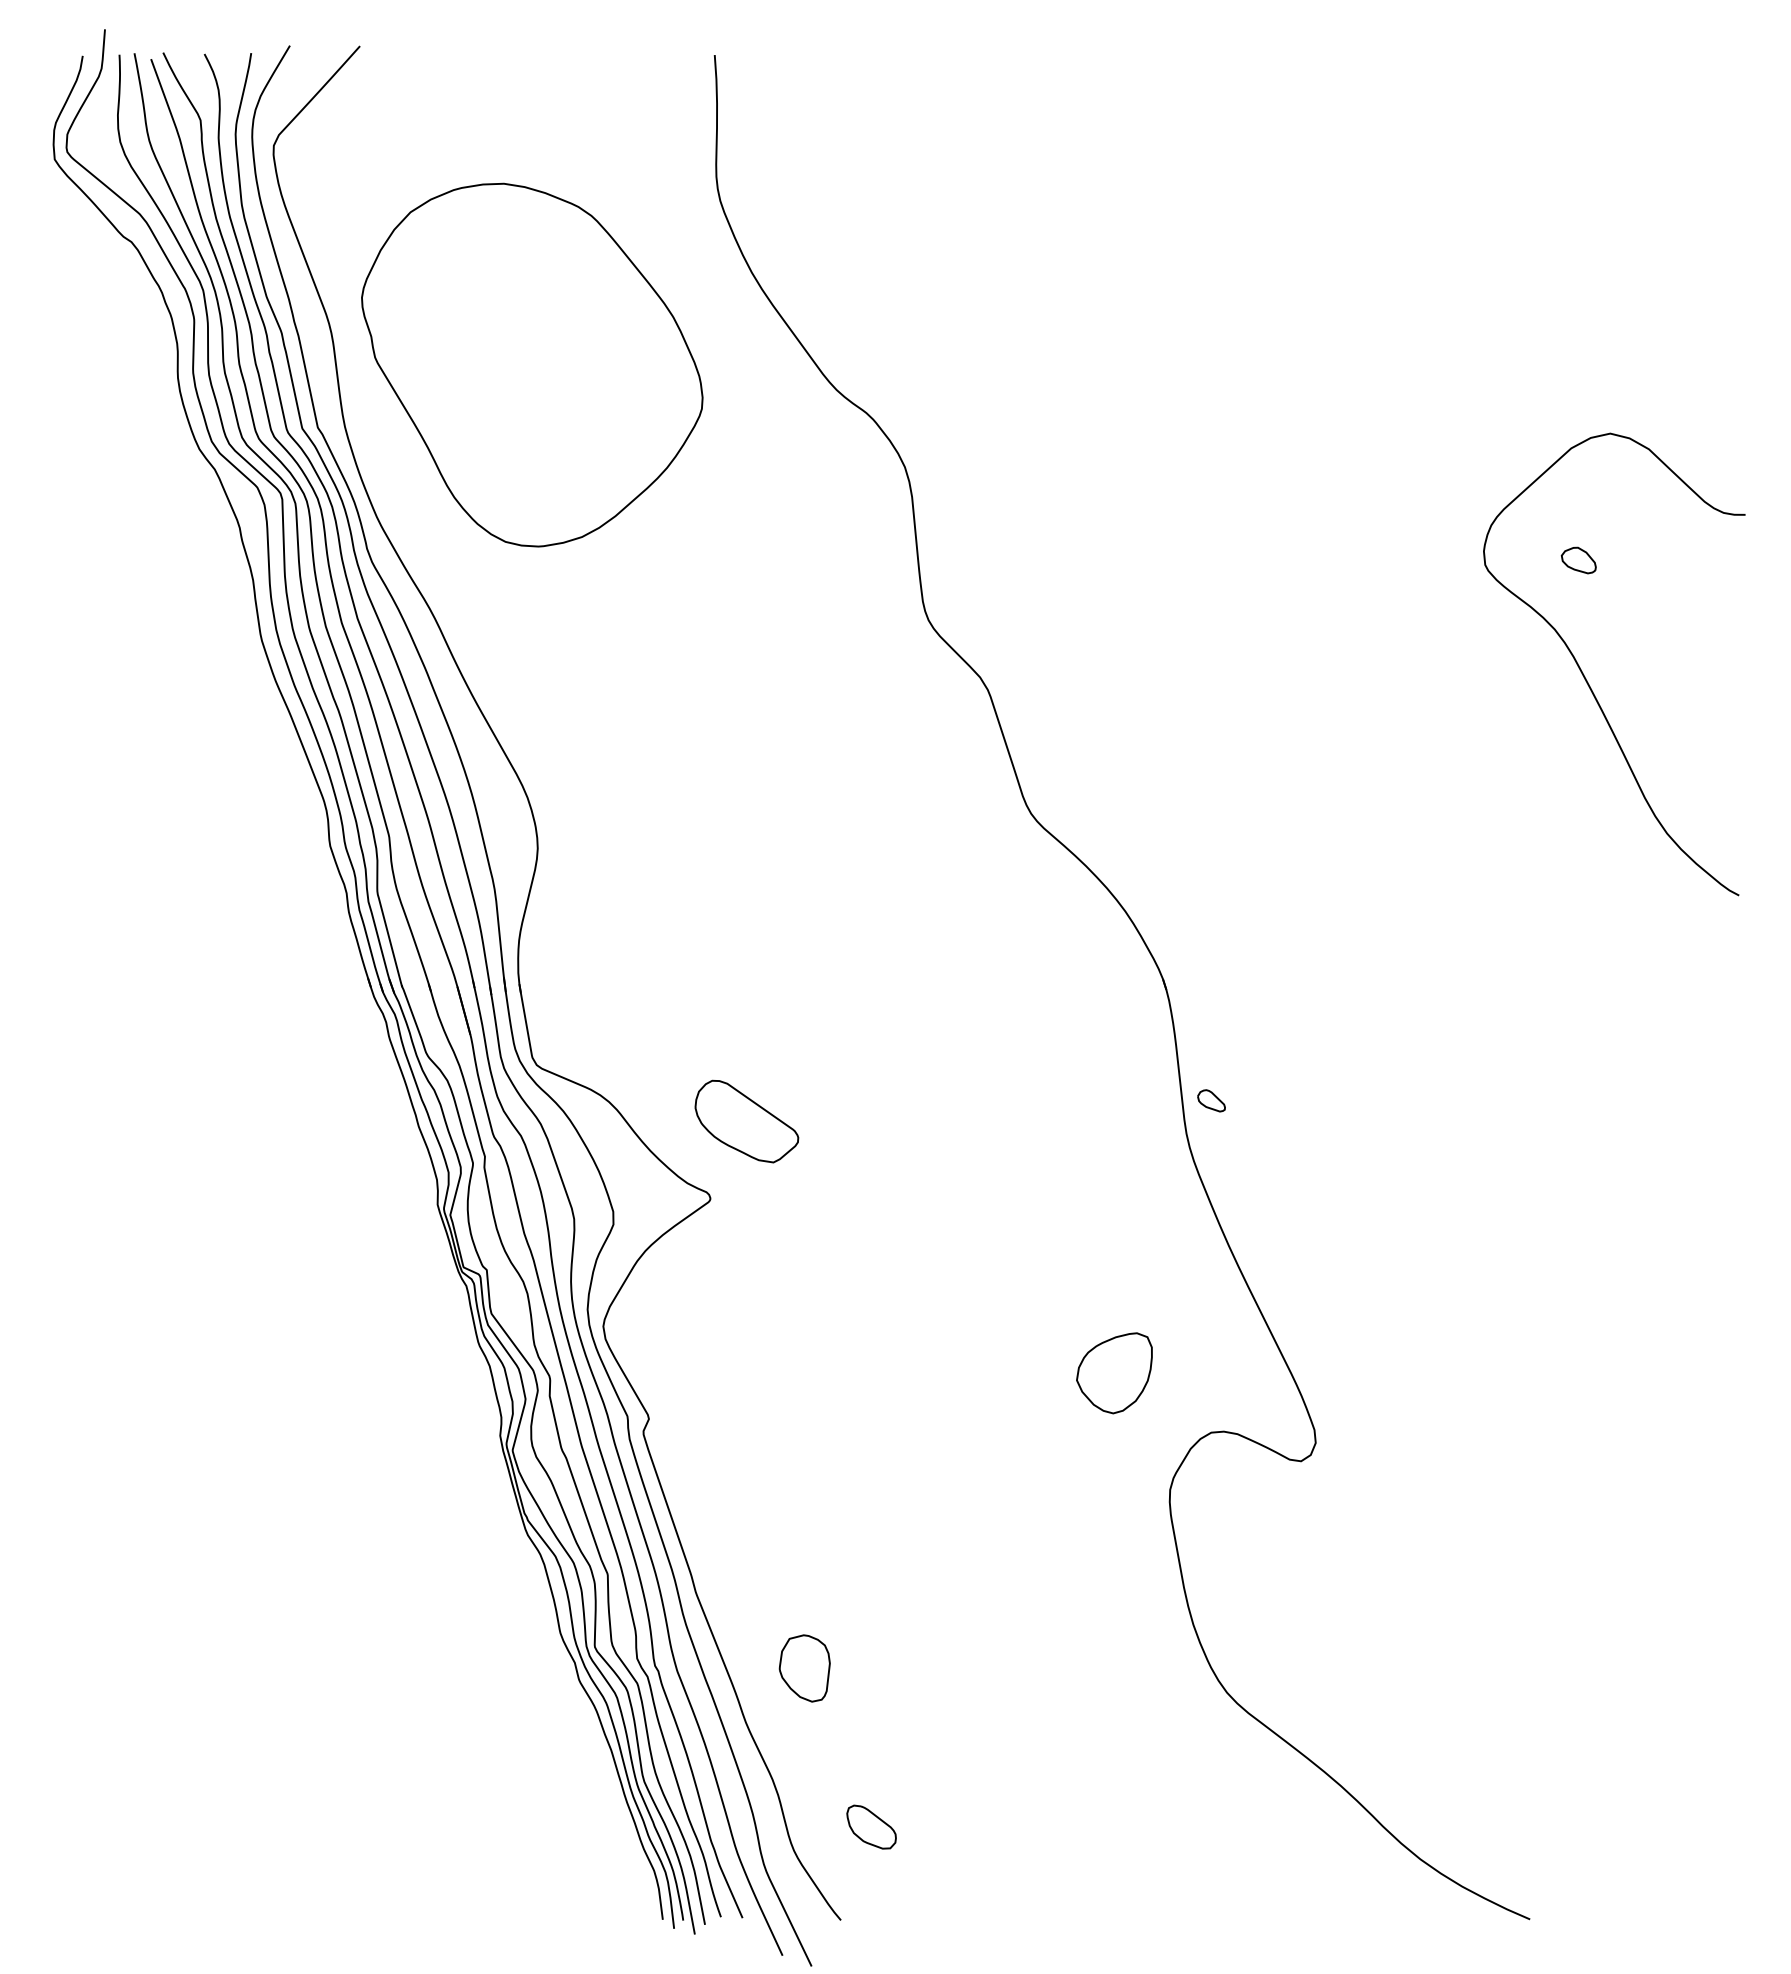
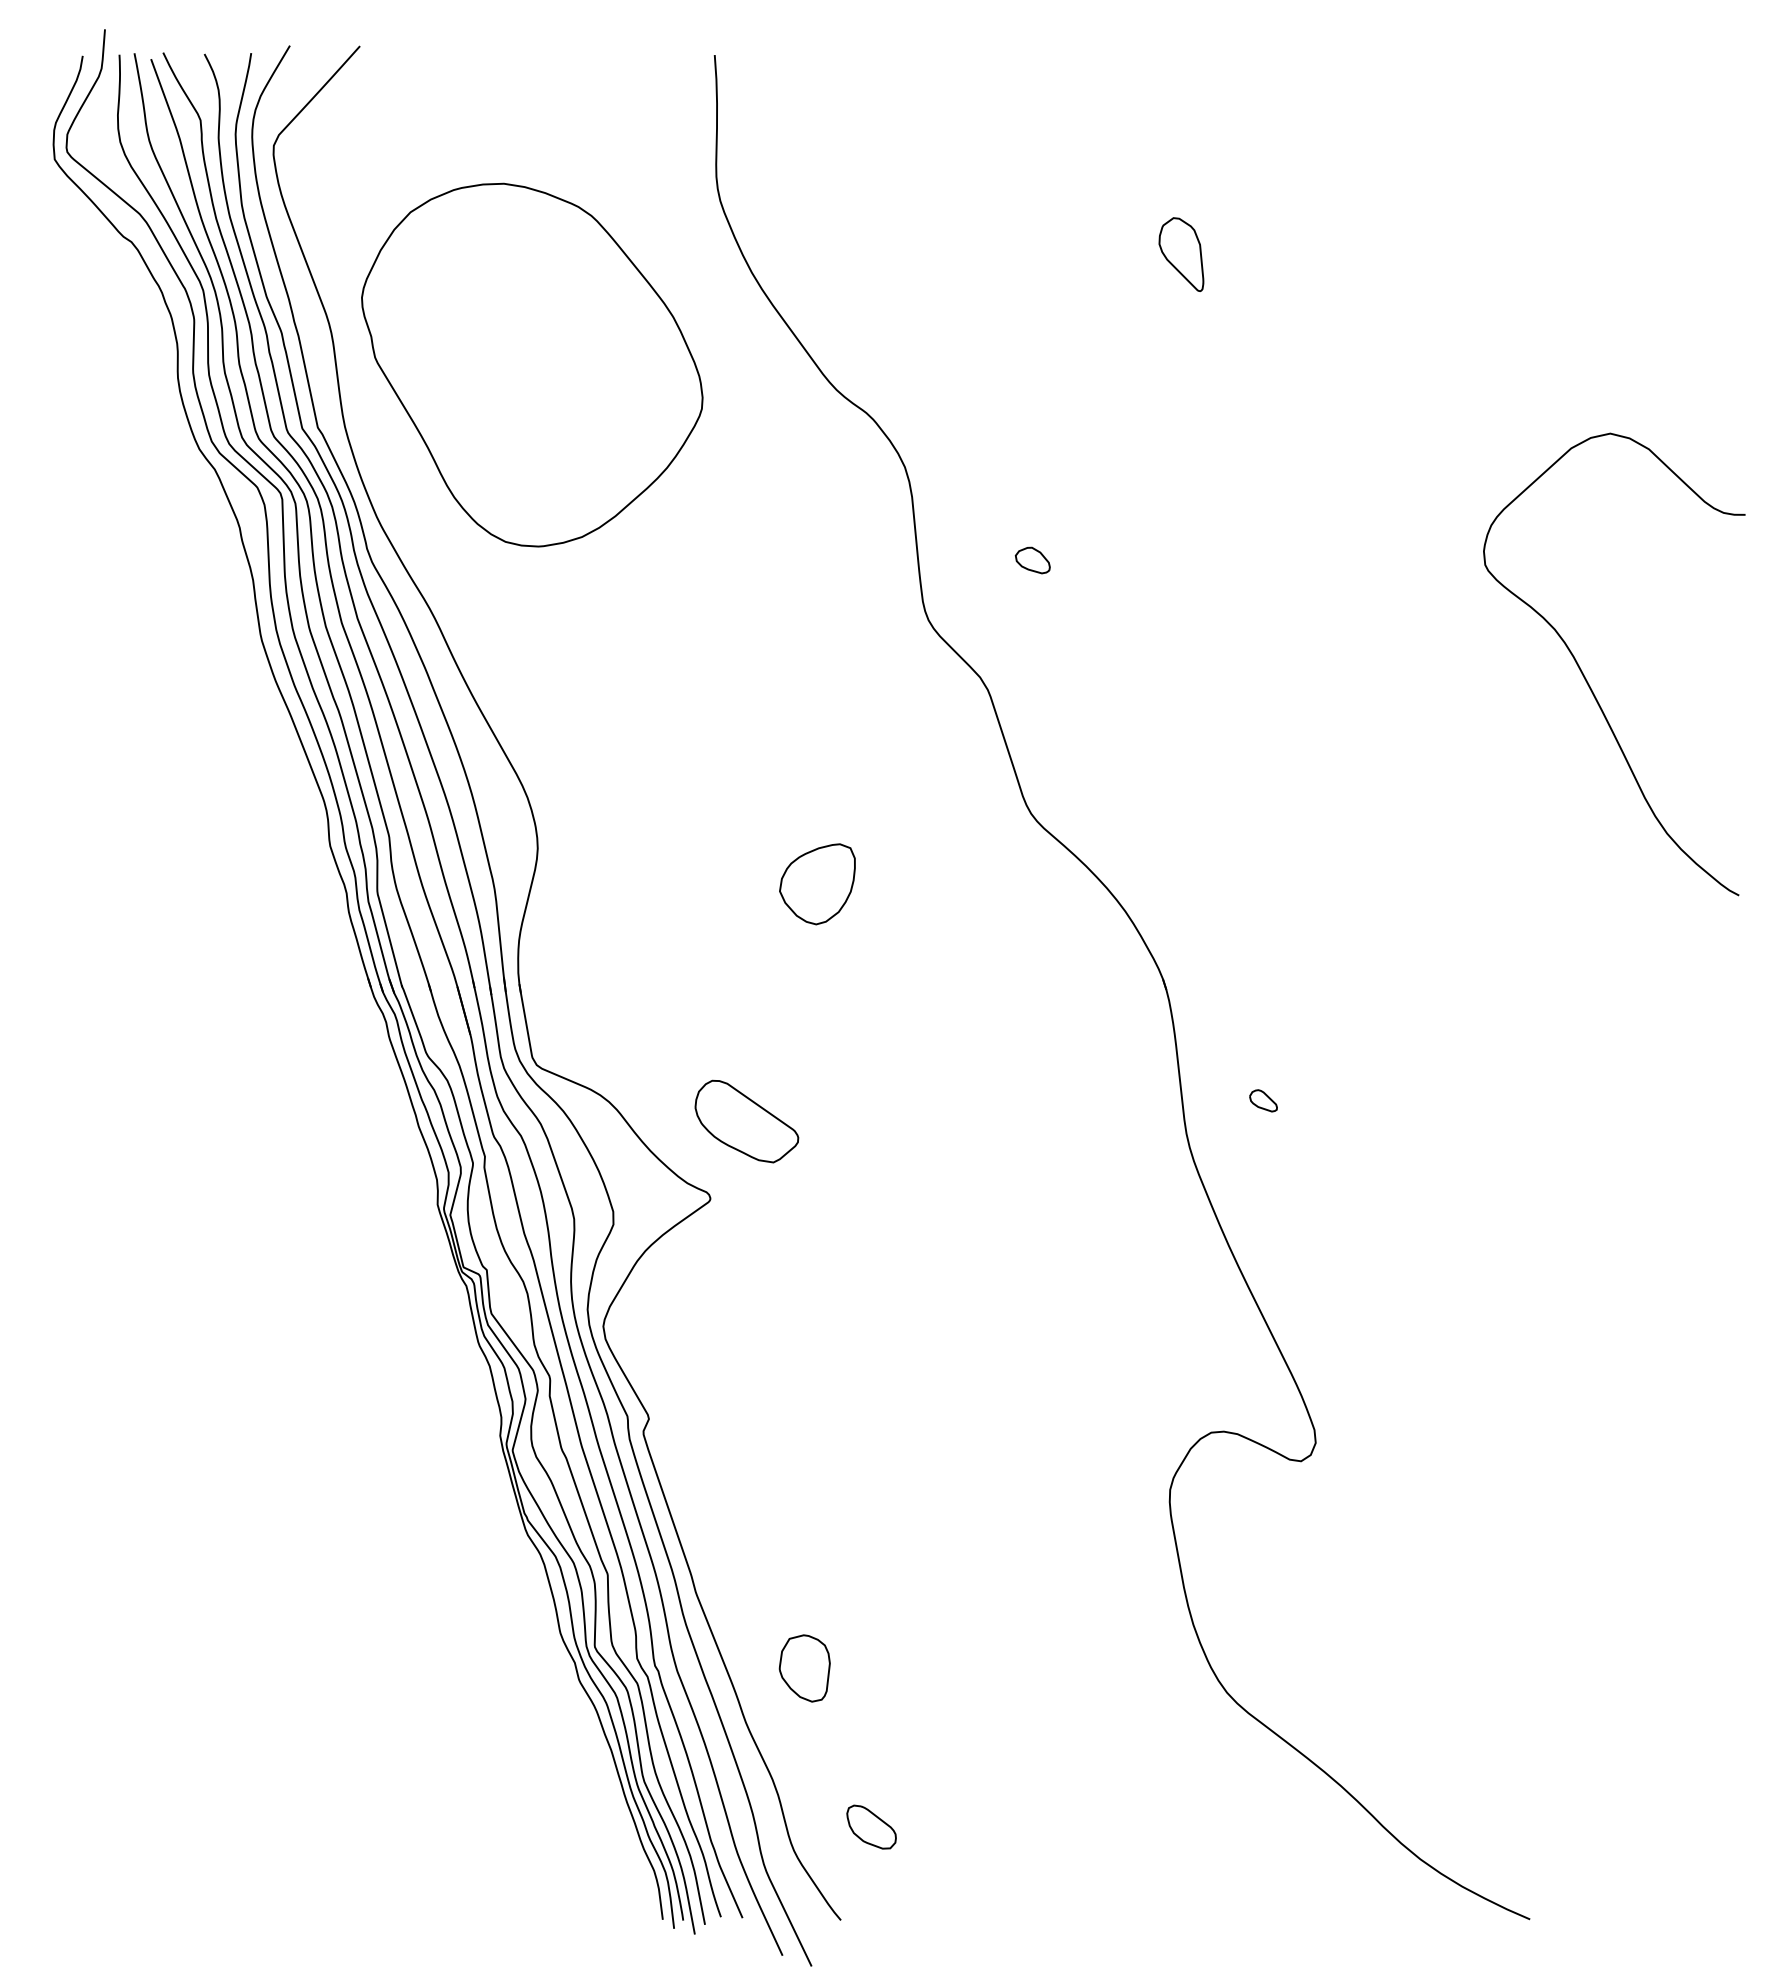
part at (1181, 254): none -> present
part at (1578, 560) position: (1578, 560) -> (1032, 560)
part at (1211, 1100) position: (1211, 1100) -> (1263, 1100)
part at (1114, 1373) position: (1114, 1373) -> (817, 884)
